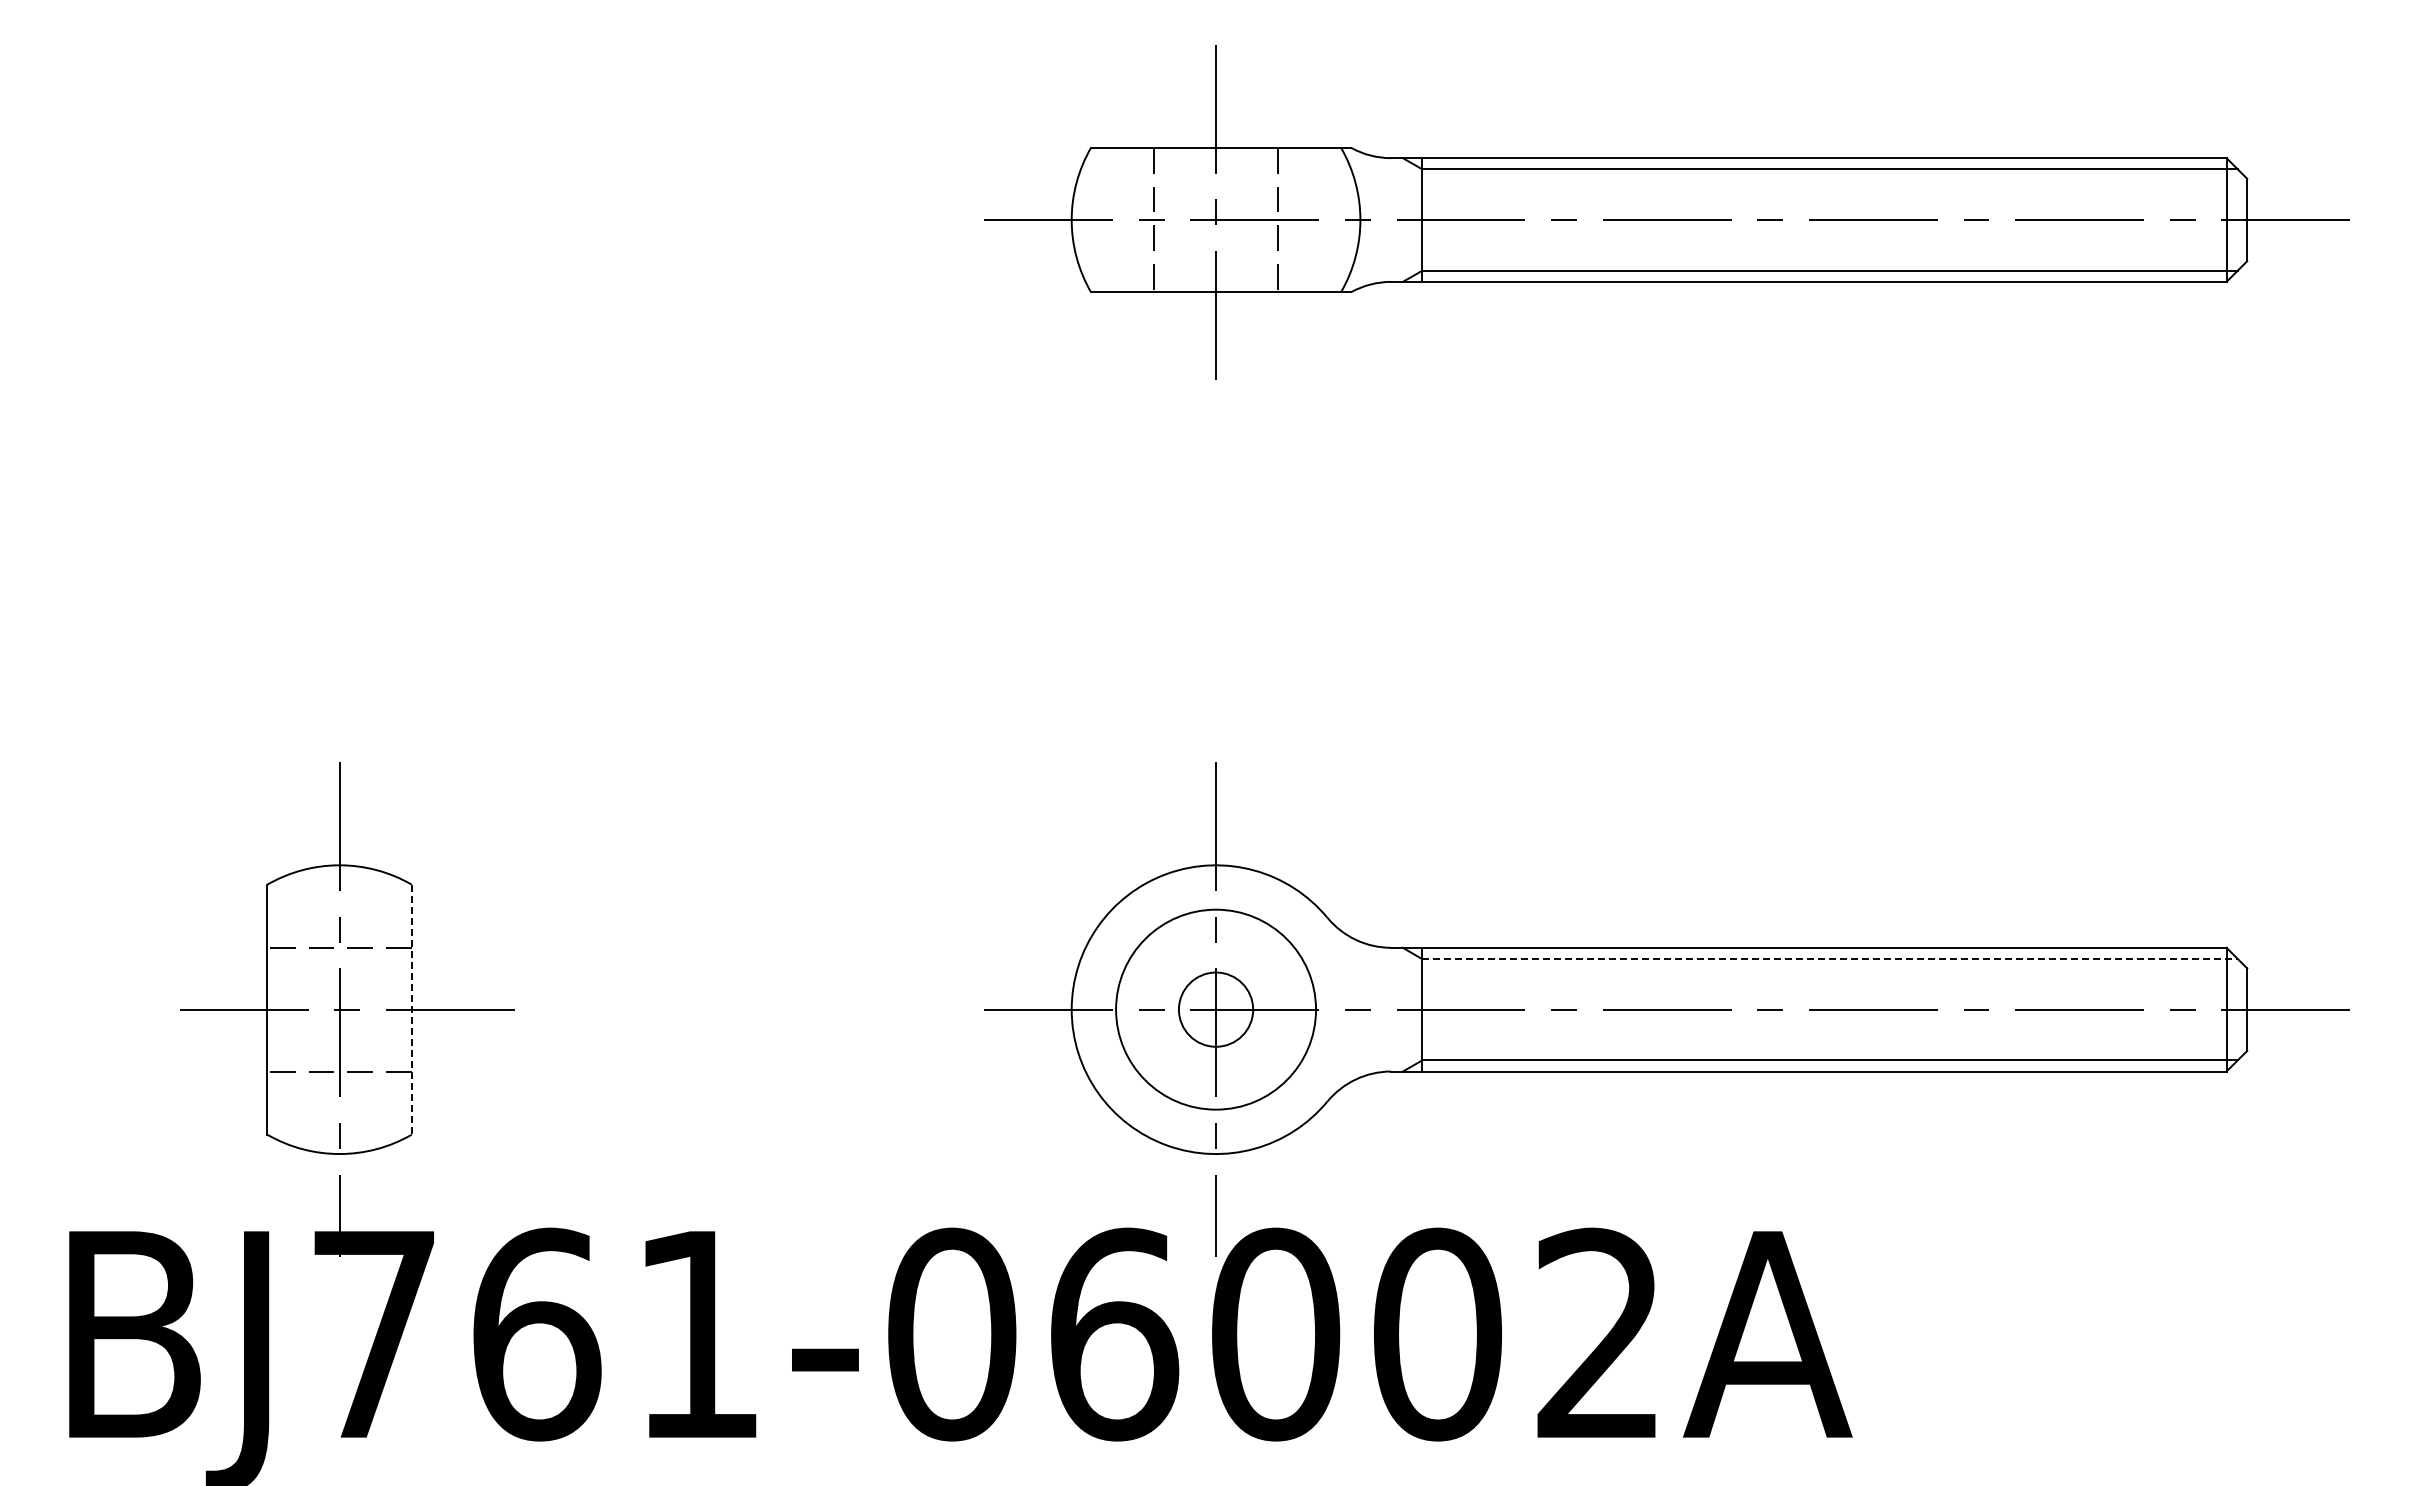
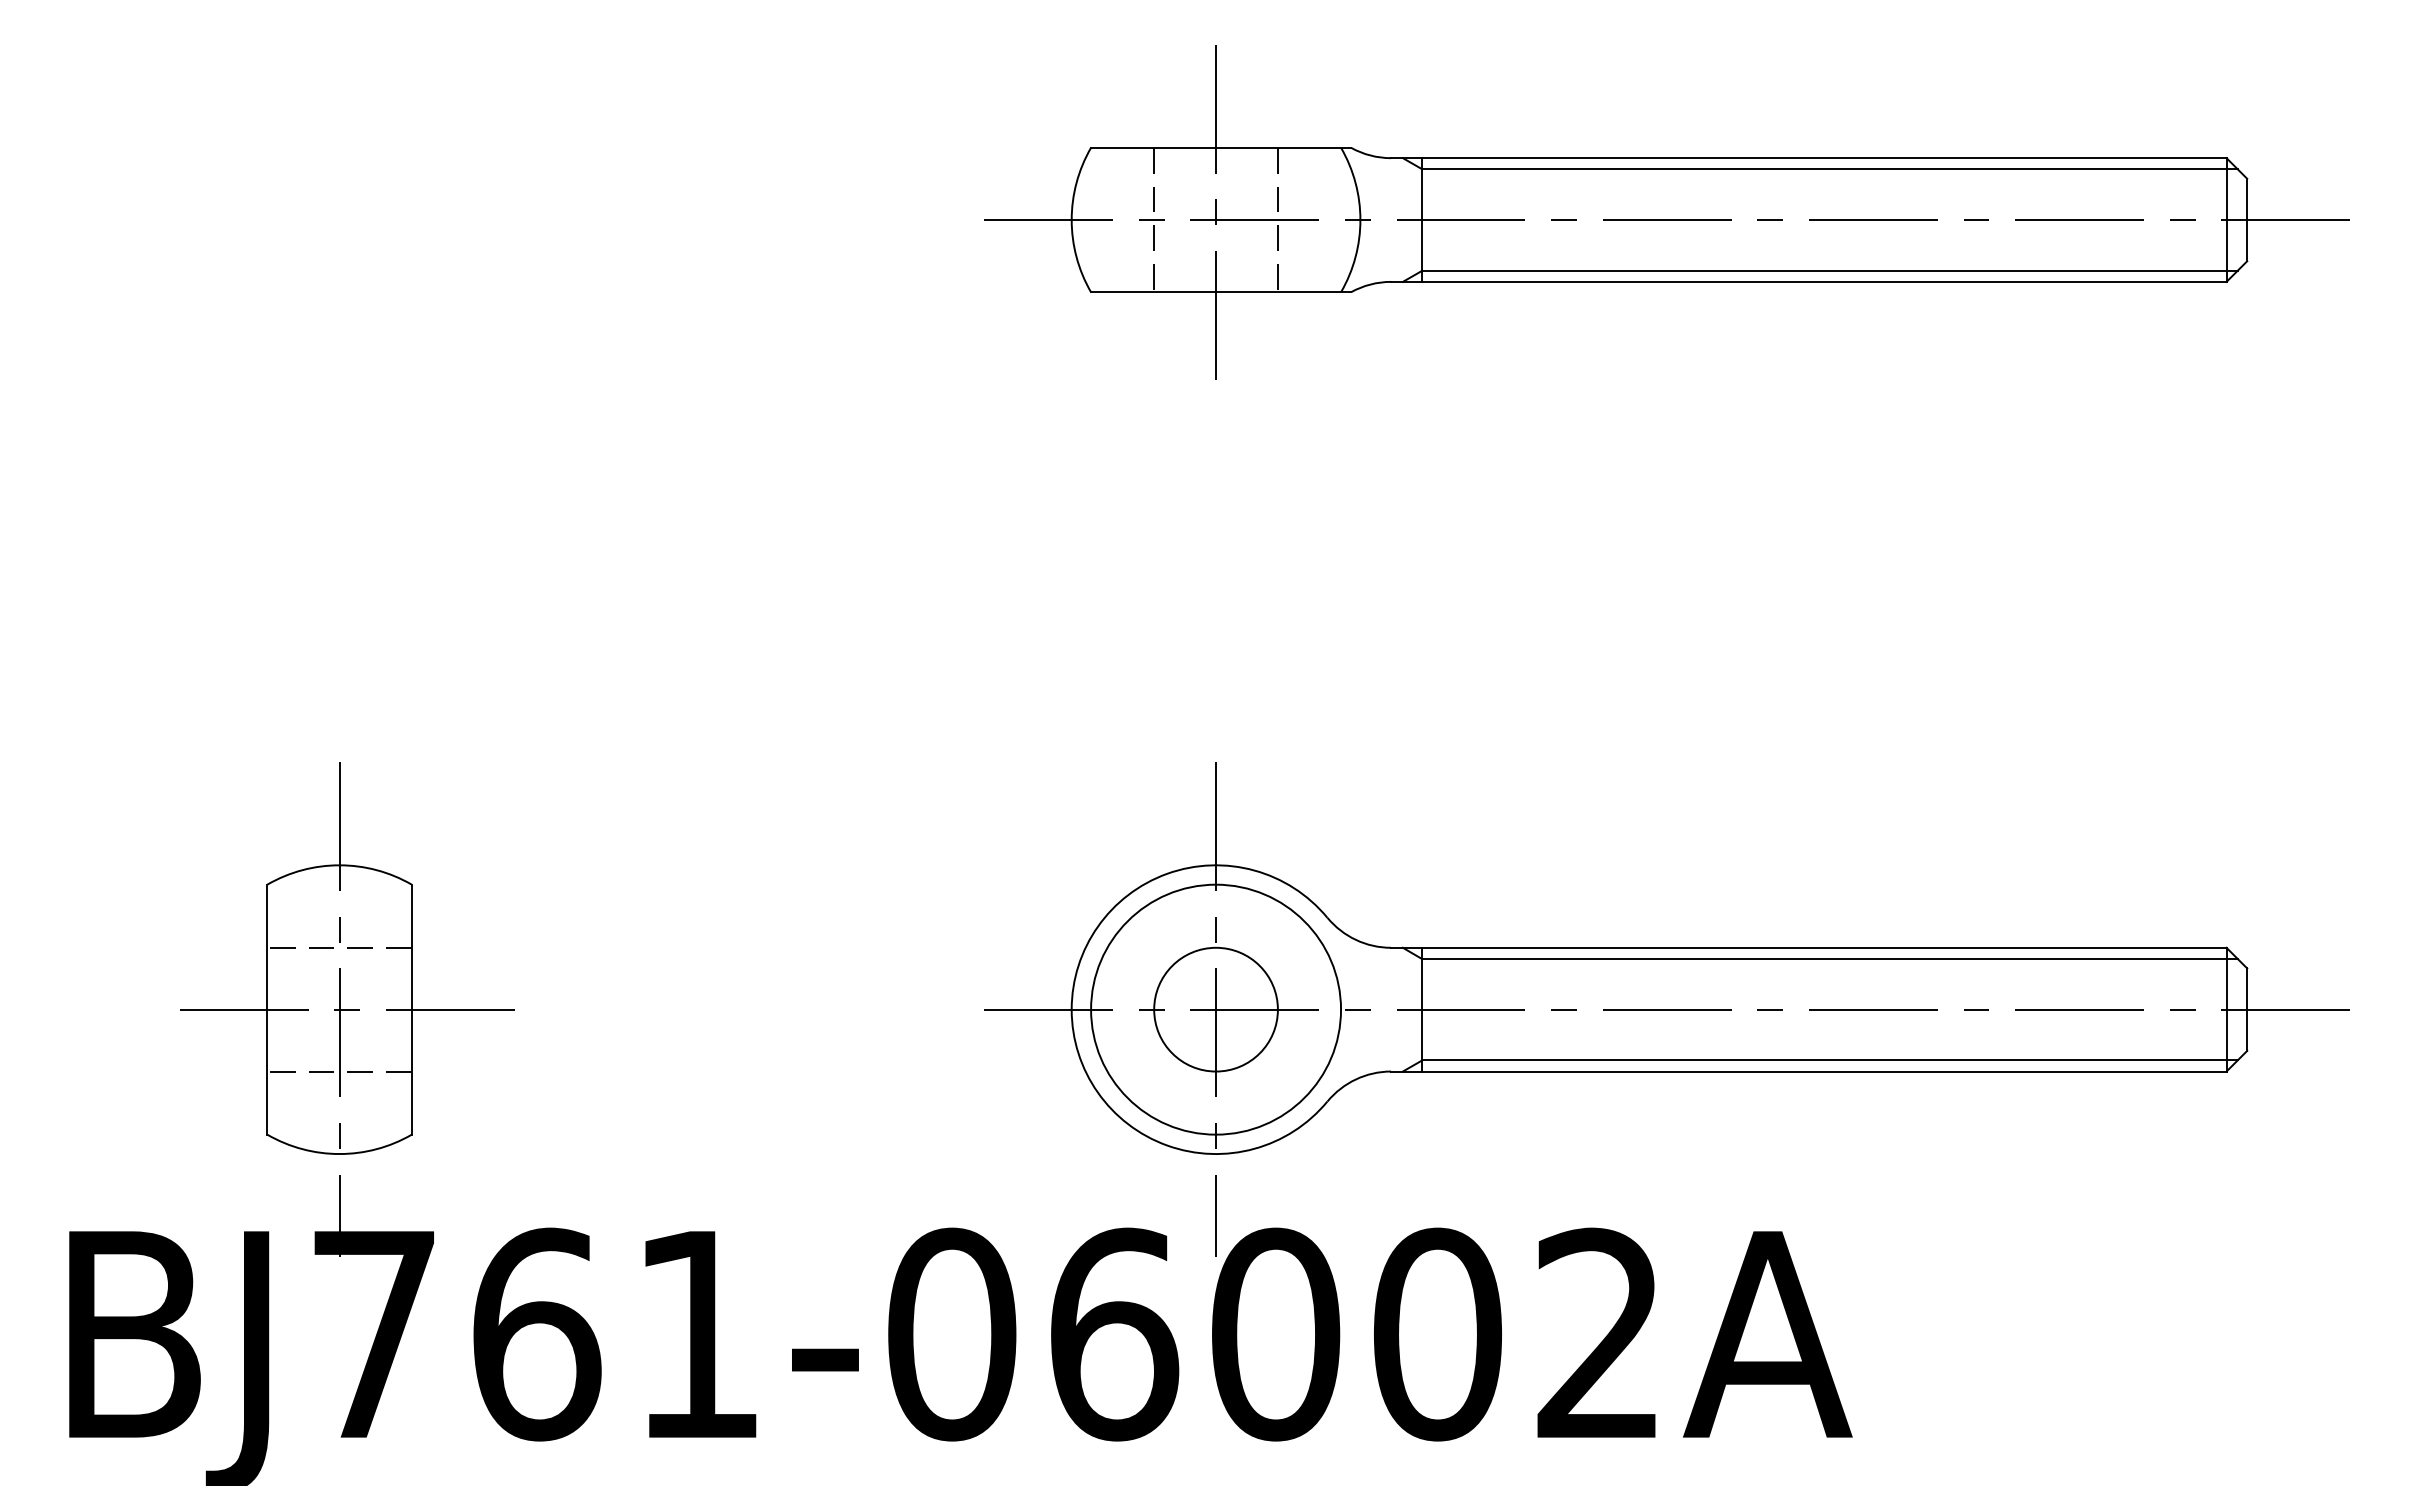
line at (1829, 959): dashed -> solid
circle at (1215, 1009) diameter: 74 px -> 124 px
circle at (1216, 1009) diameter: 200 px -> 250 px
line at (411, 1010): dashed -> solid
